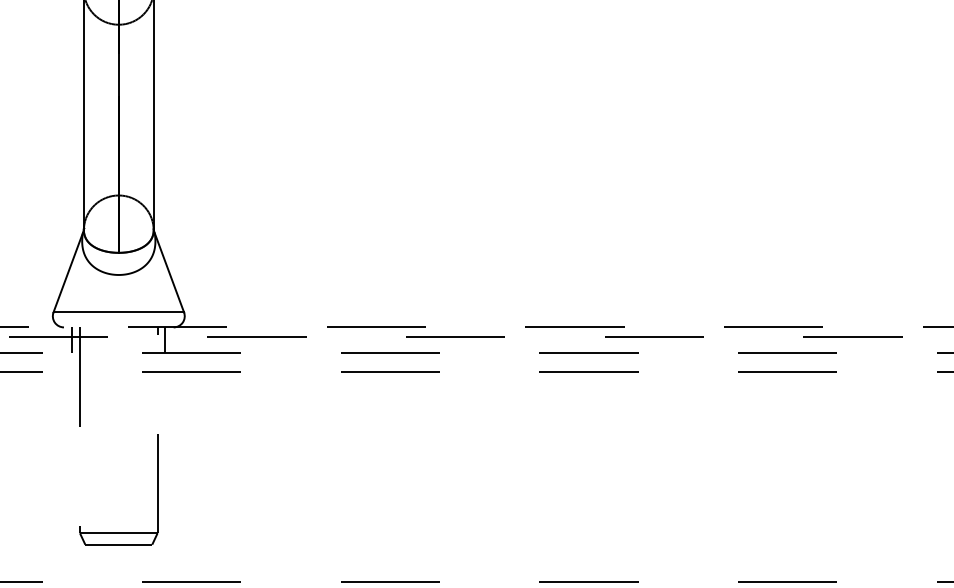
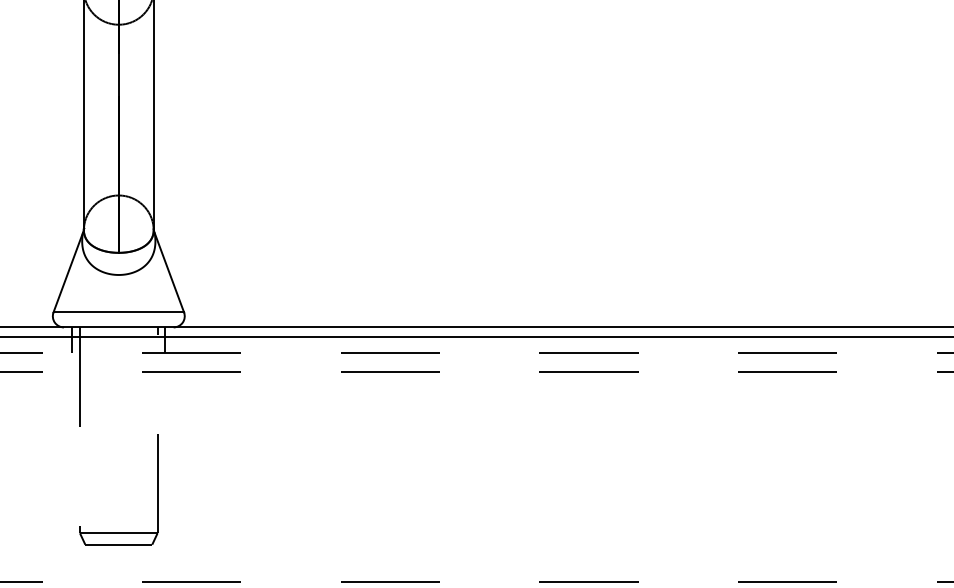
line at (477, 327): dashed -> solid
line at (476, 336): dashed -> solid
